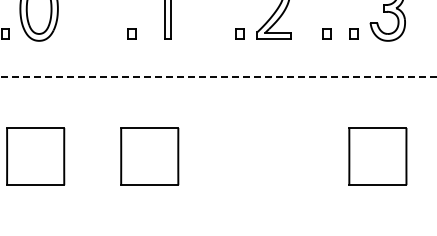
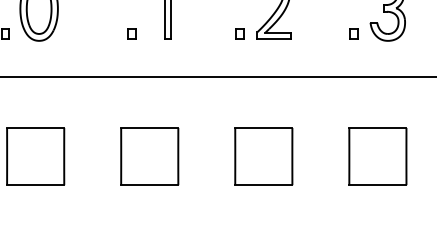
part at (326, 33): present -> none
line at (218, 77): dashed -> solid
part at (263, 156): none -> present
